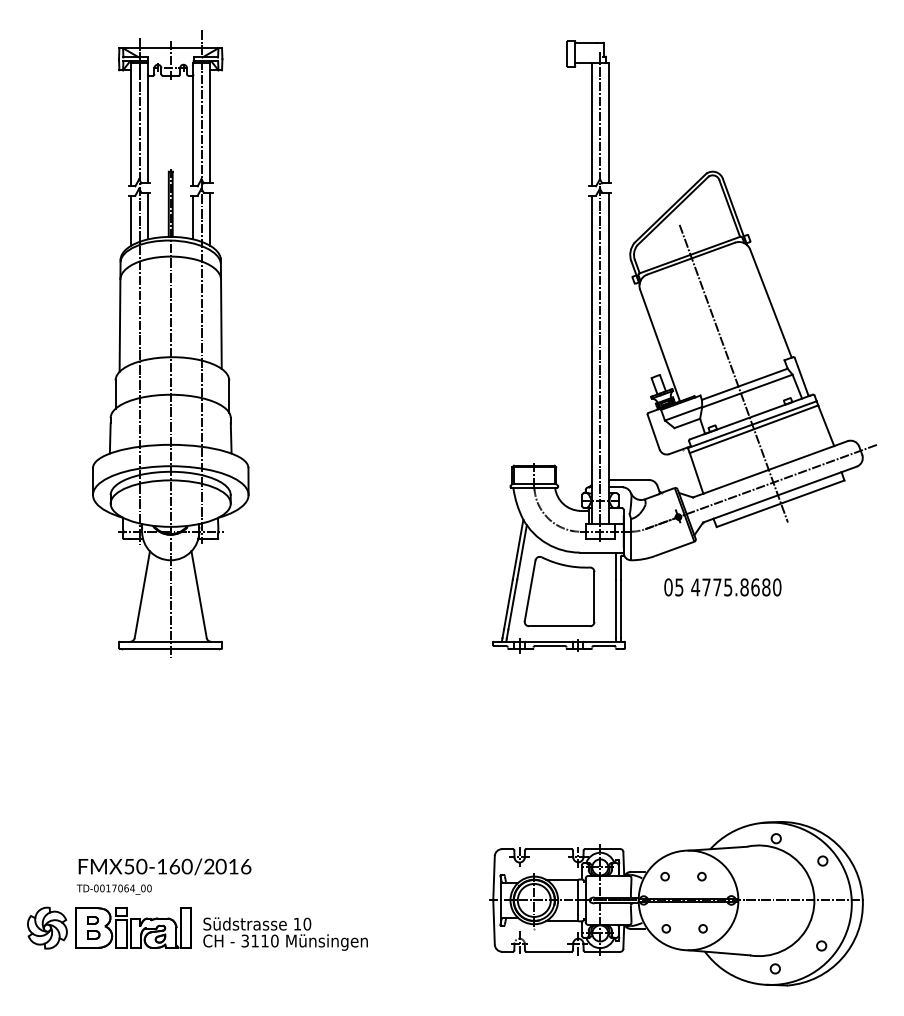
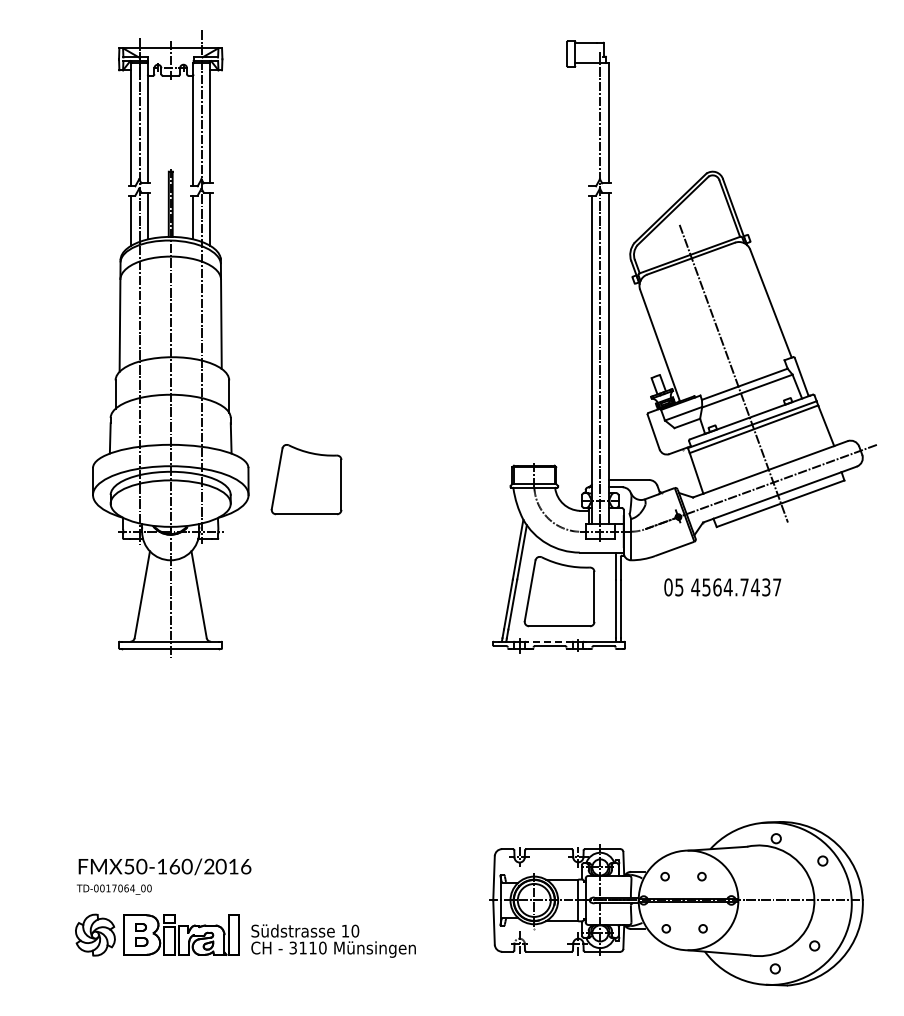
line at (591, 124): present -> none
part at (306, 479): none -> present
text at (741, 587): 4775.8680 -> 4564.7437
line at (550, 641): solid -> dashed
part at (197, 928) position: (197, 928) -> (245, 935)
circle at (821, 945) position: (821, 945) -> (814, 945)
